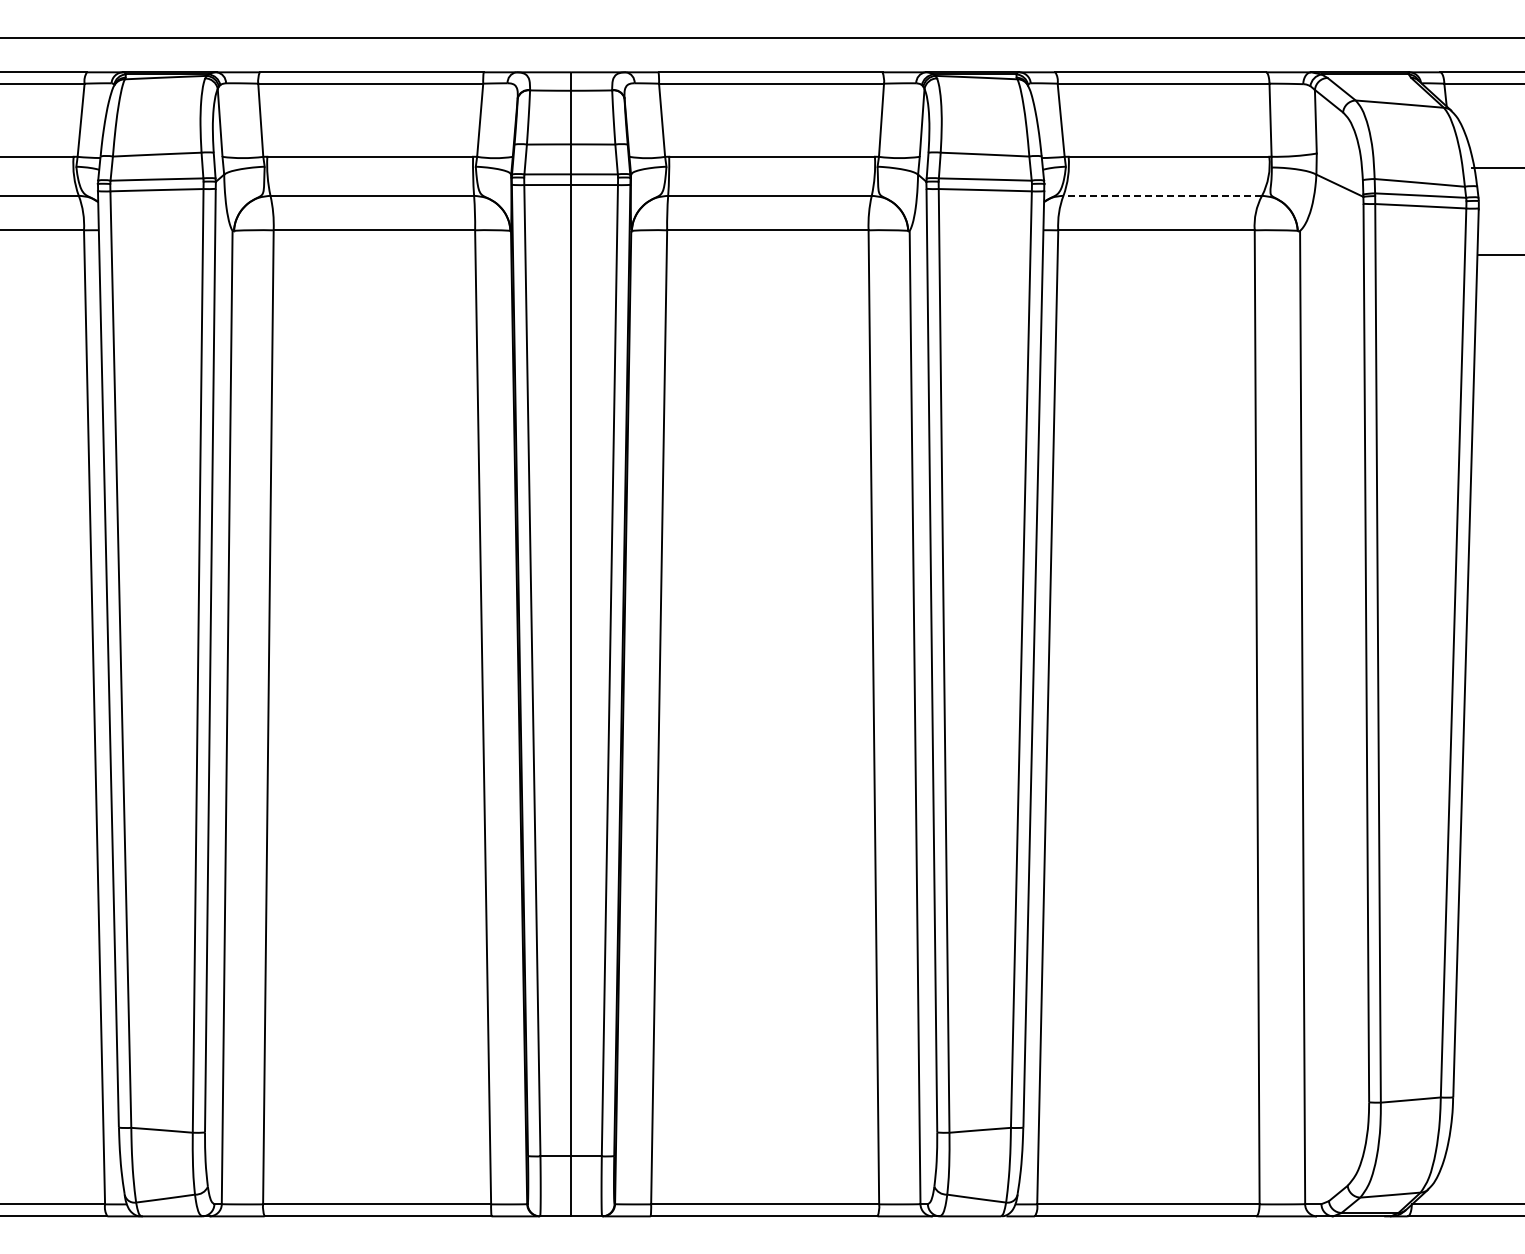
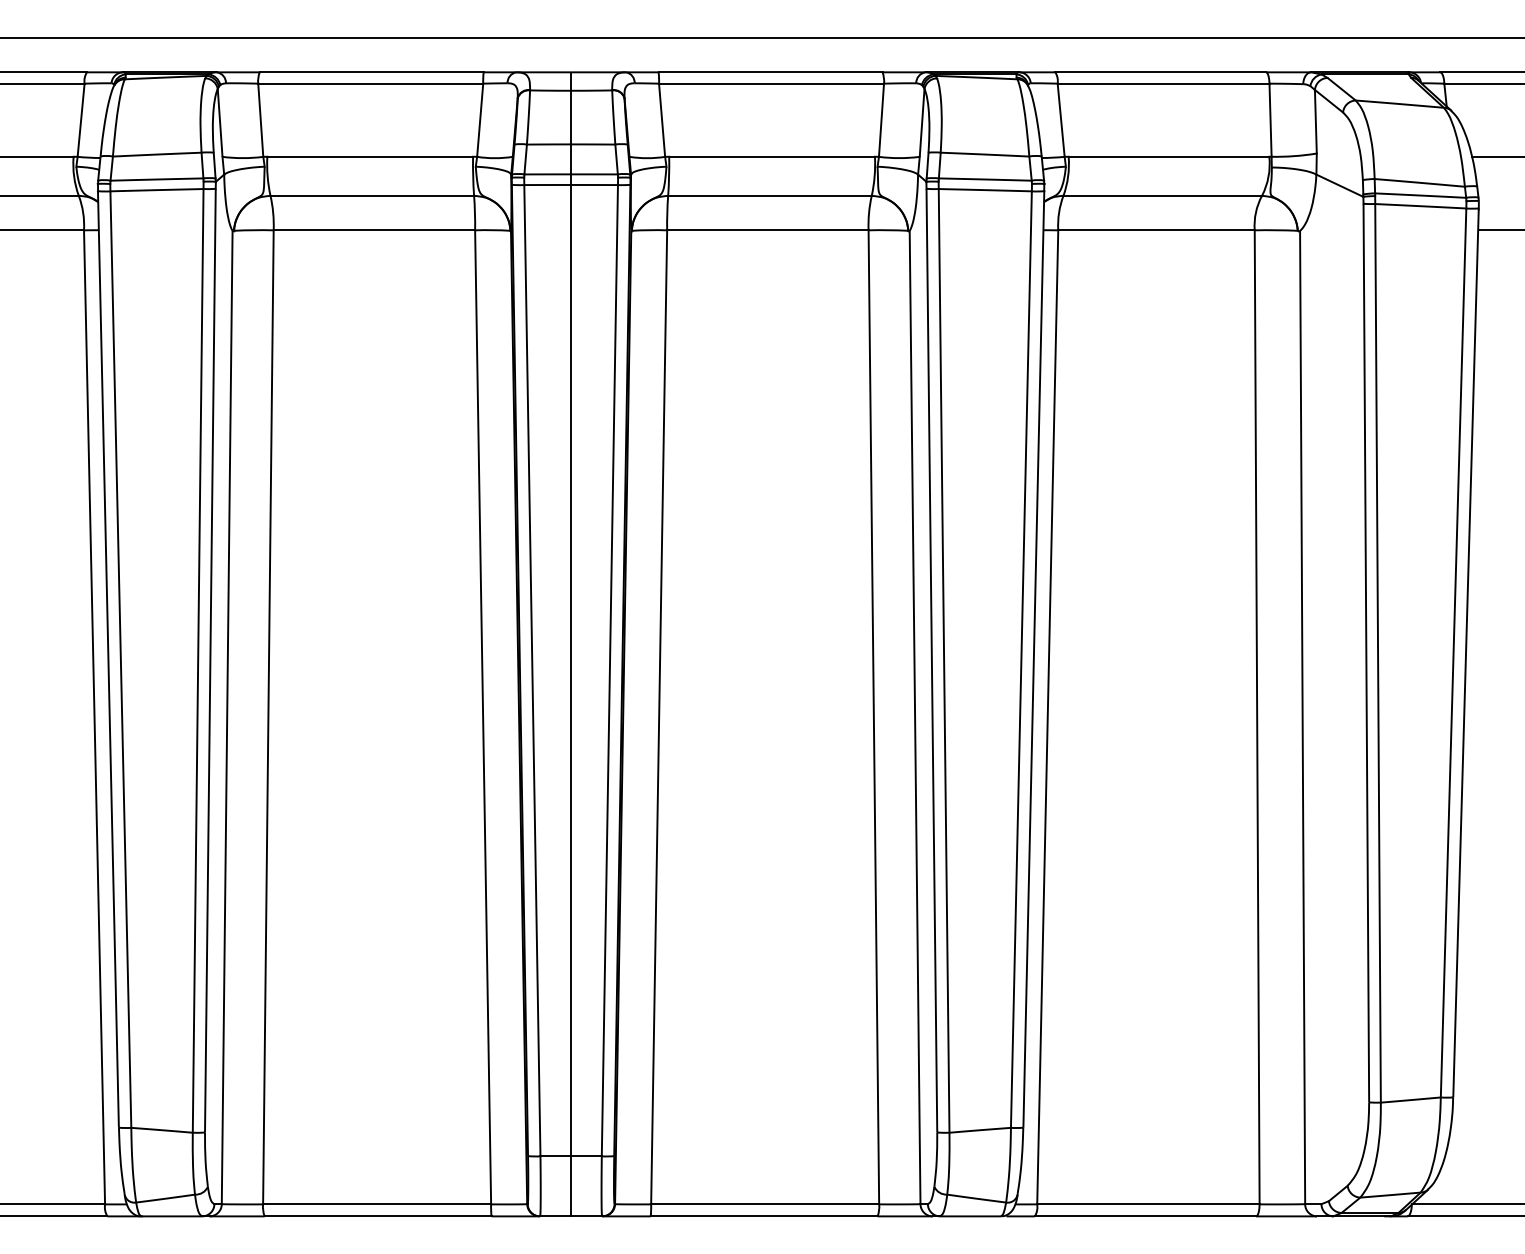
line at (1496, 167) position: (1496, 167) -> (1496, 156)
line at (1162, 195): dashed -> solid
line at (1499, 255) position: (1499, 255) -> (1499, 230)
